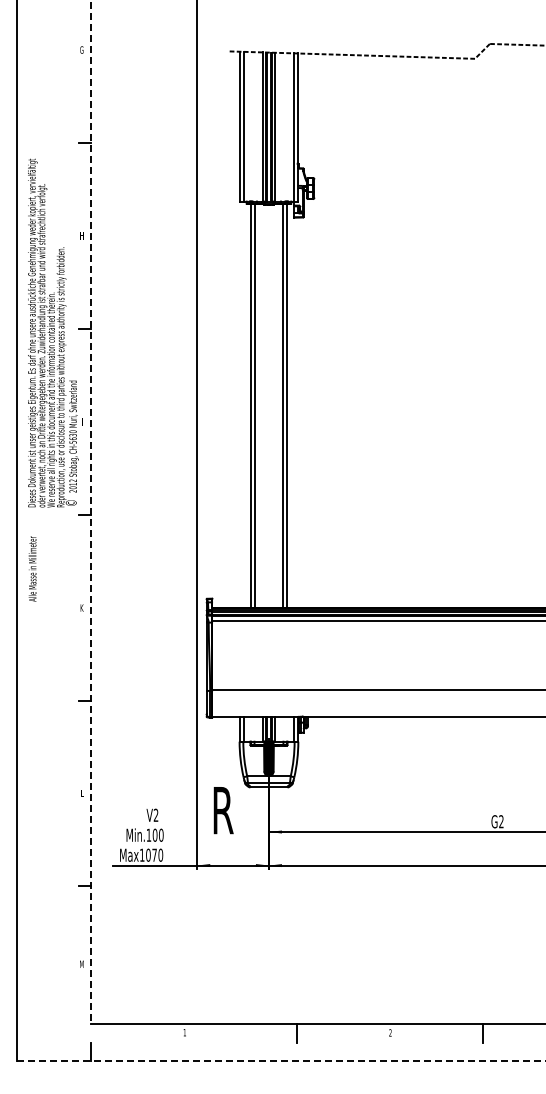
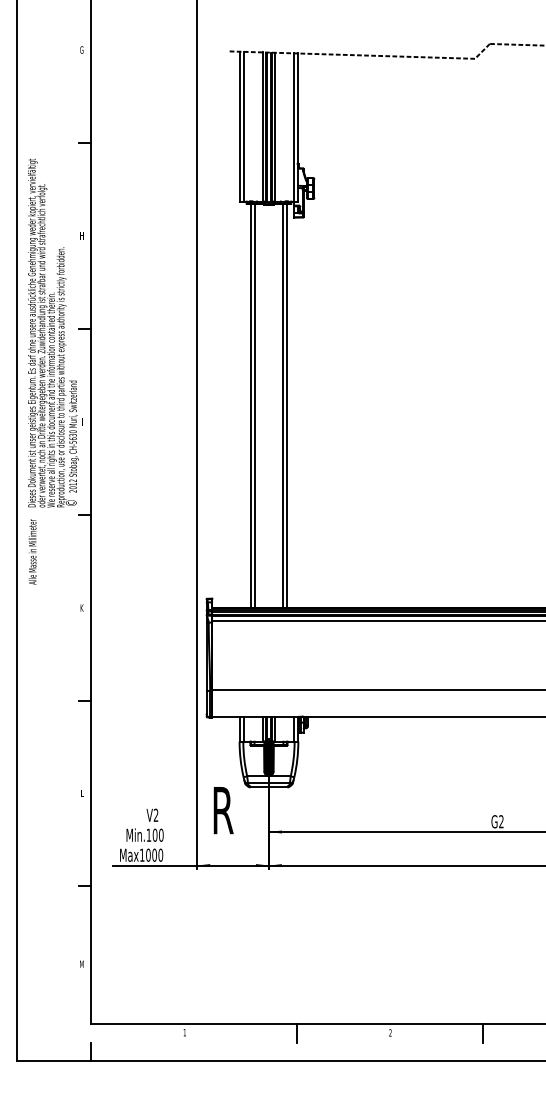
line at (90, 512): dashed -> solid
text at (32, 568) position: (32, 568) -> (32, 551)
text at (154, 854): Max1070 -> Max1000
line at (281, 1061): dashed -> solid
